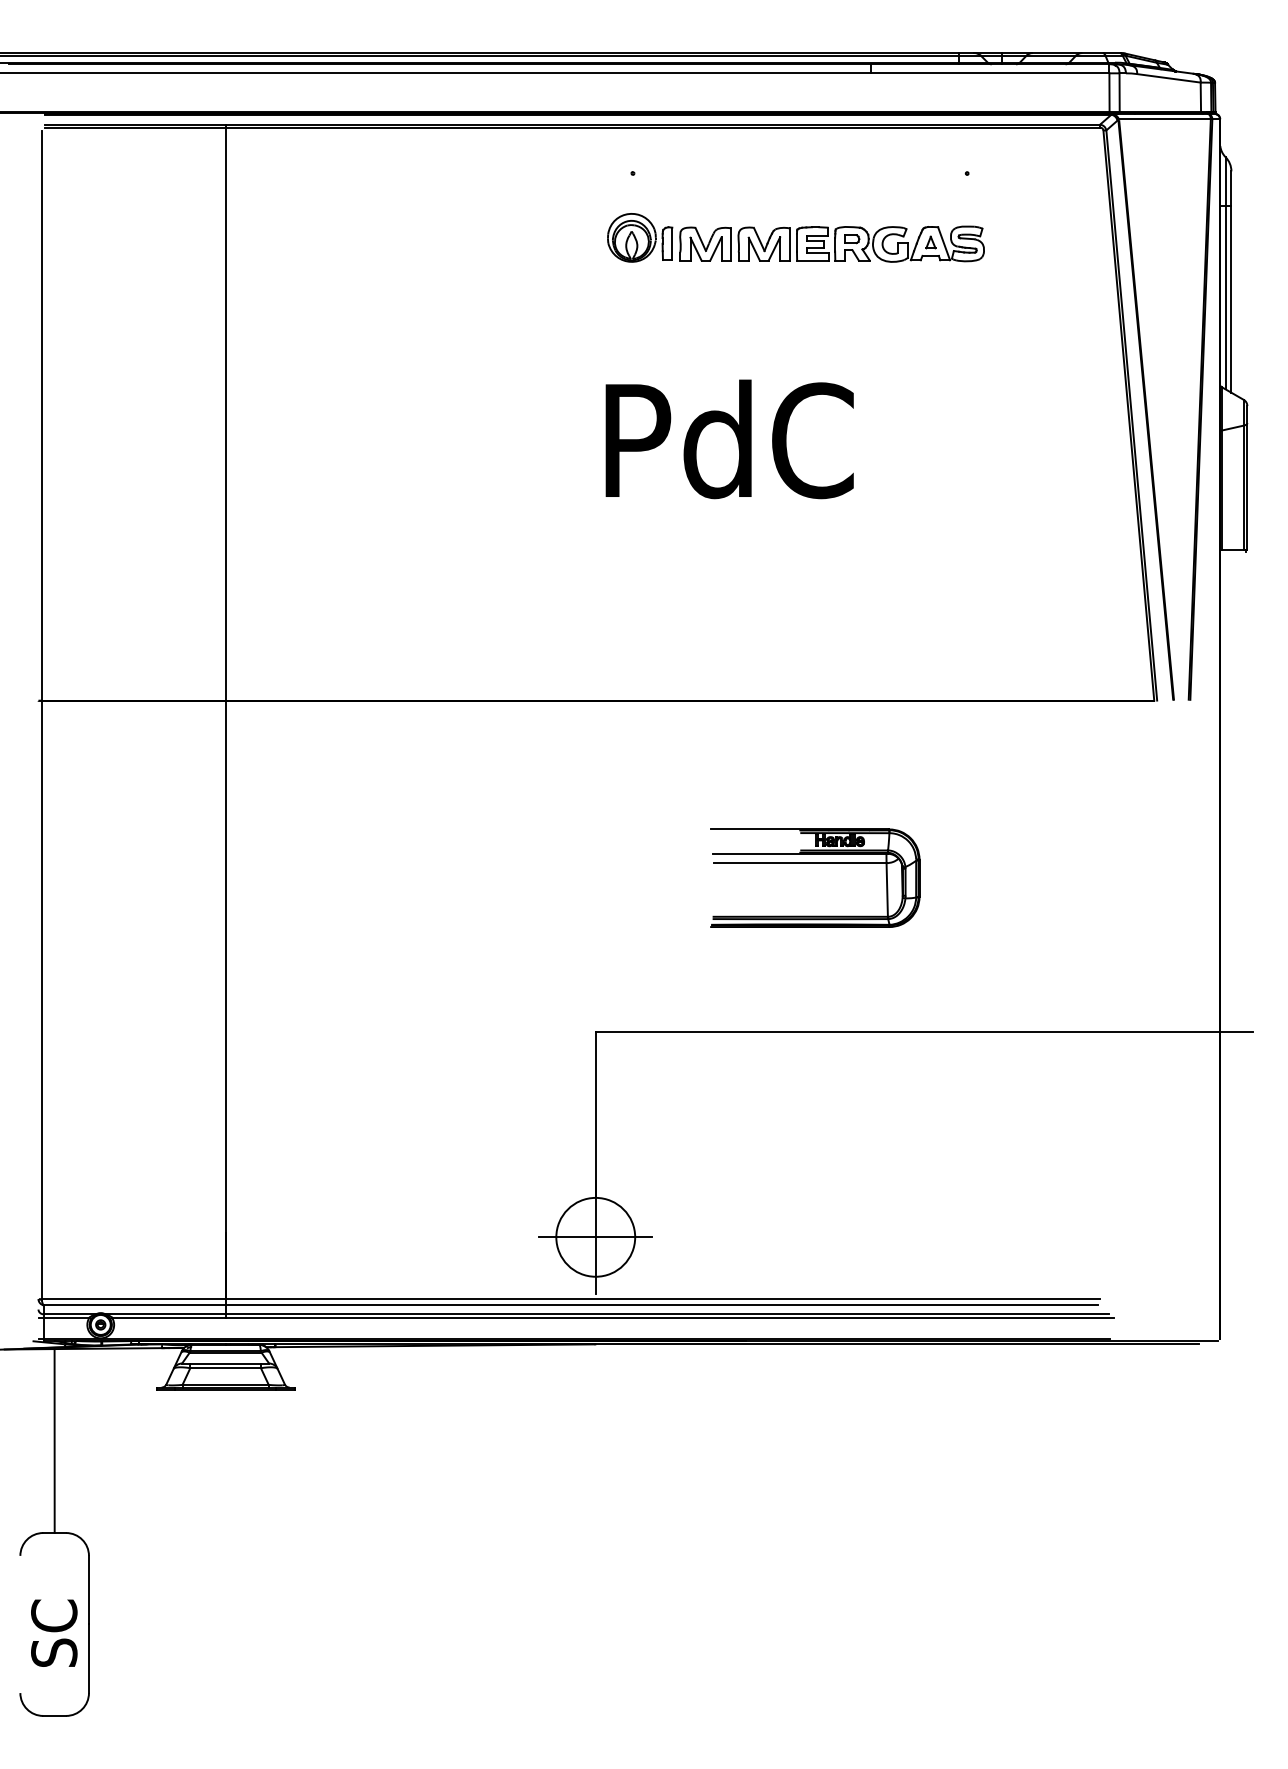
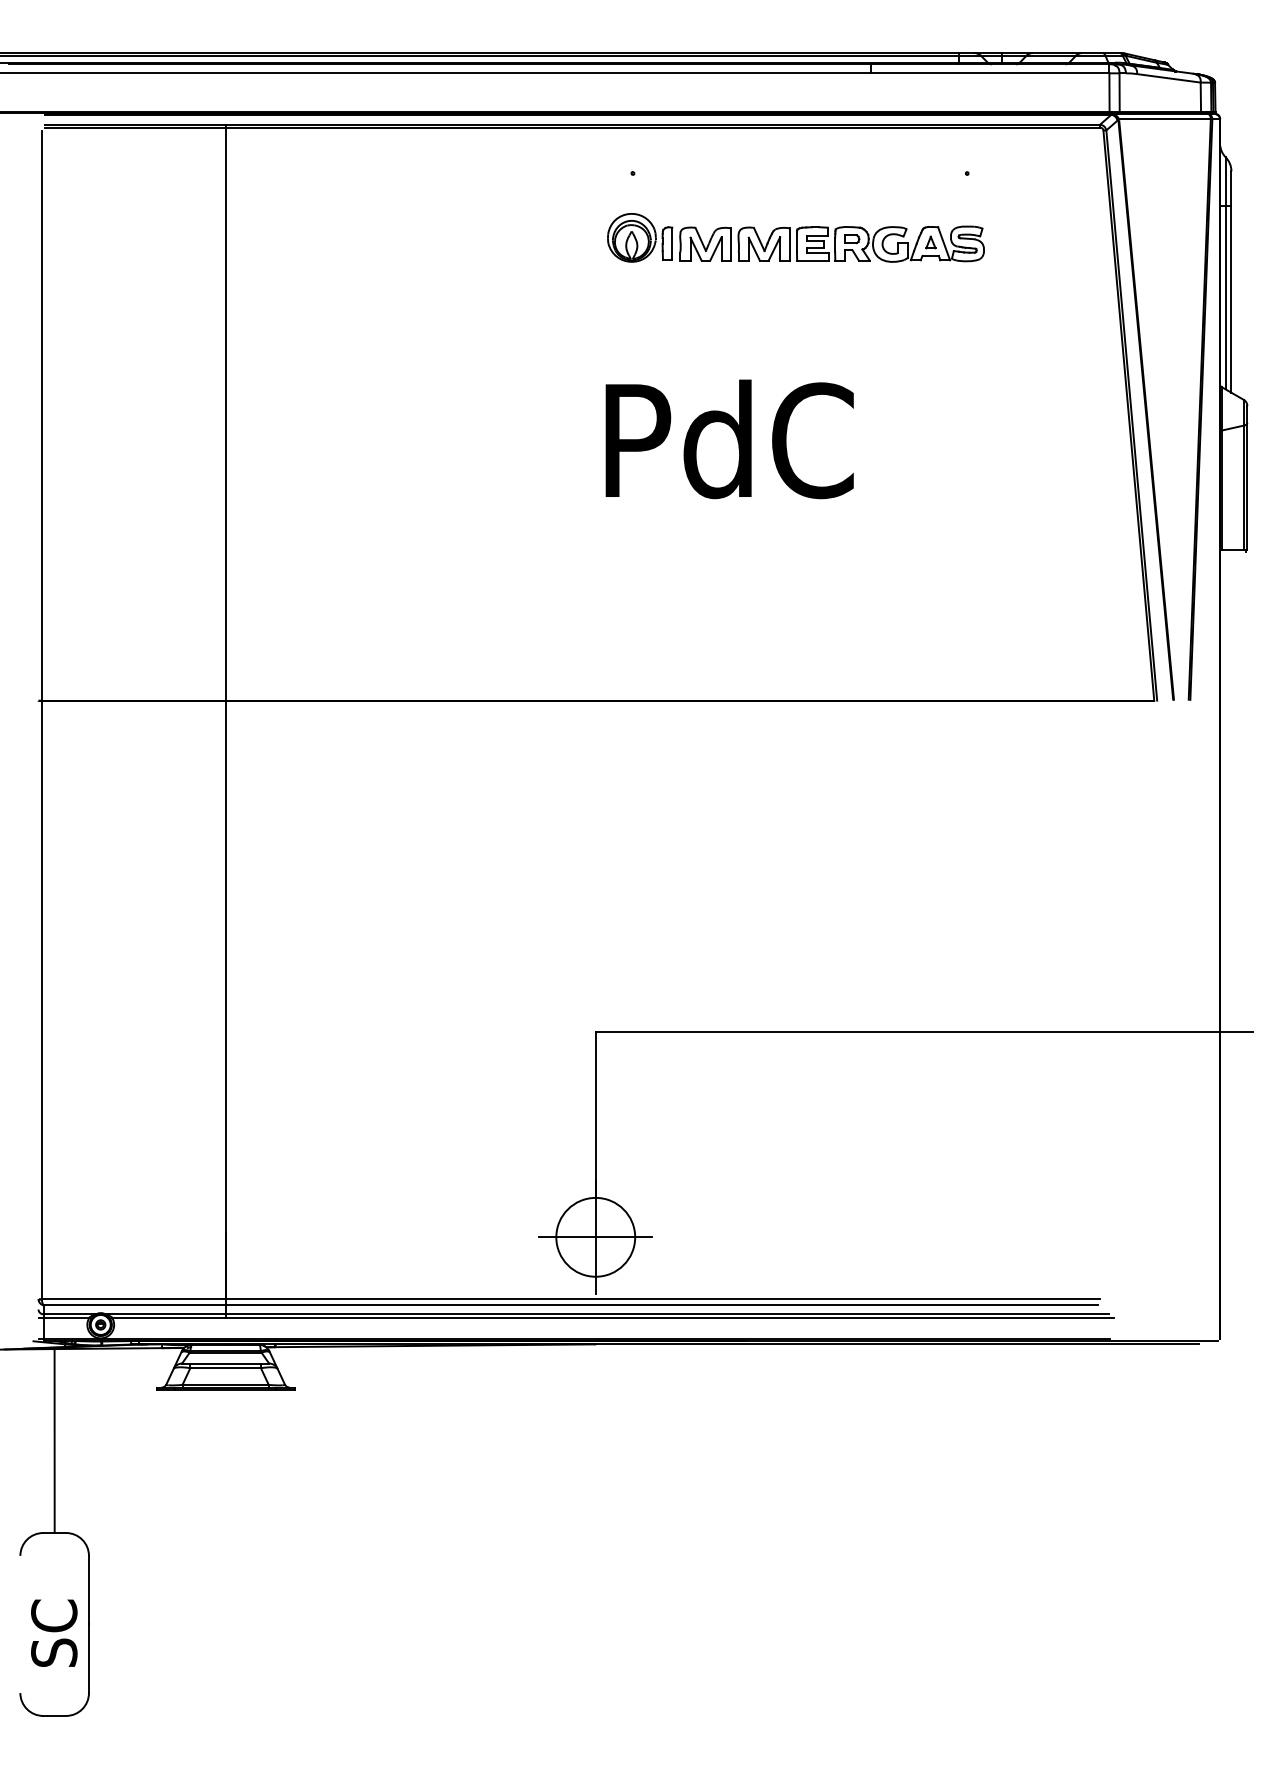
part at (815, 863): present -> none
